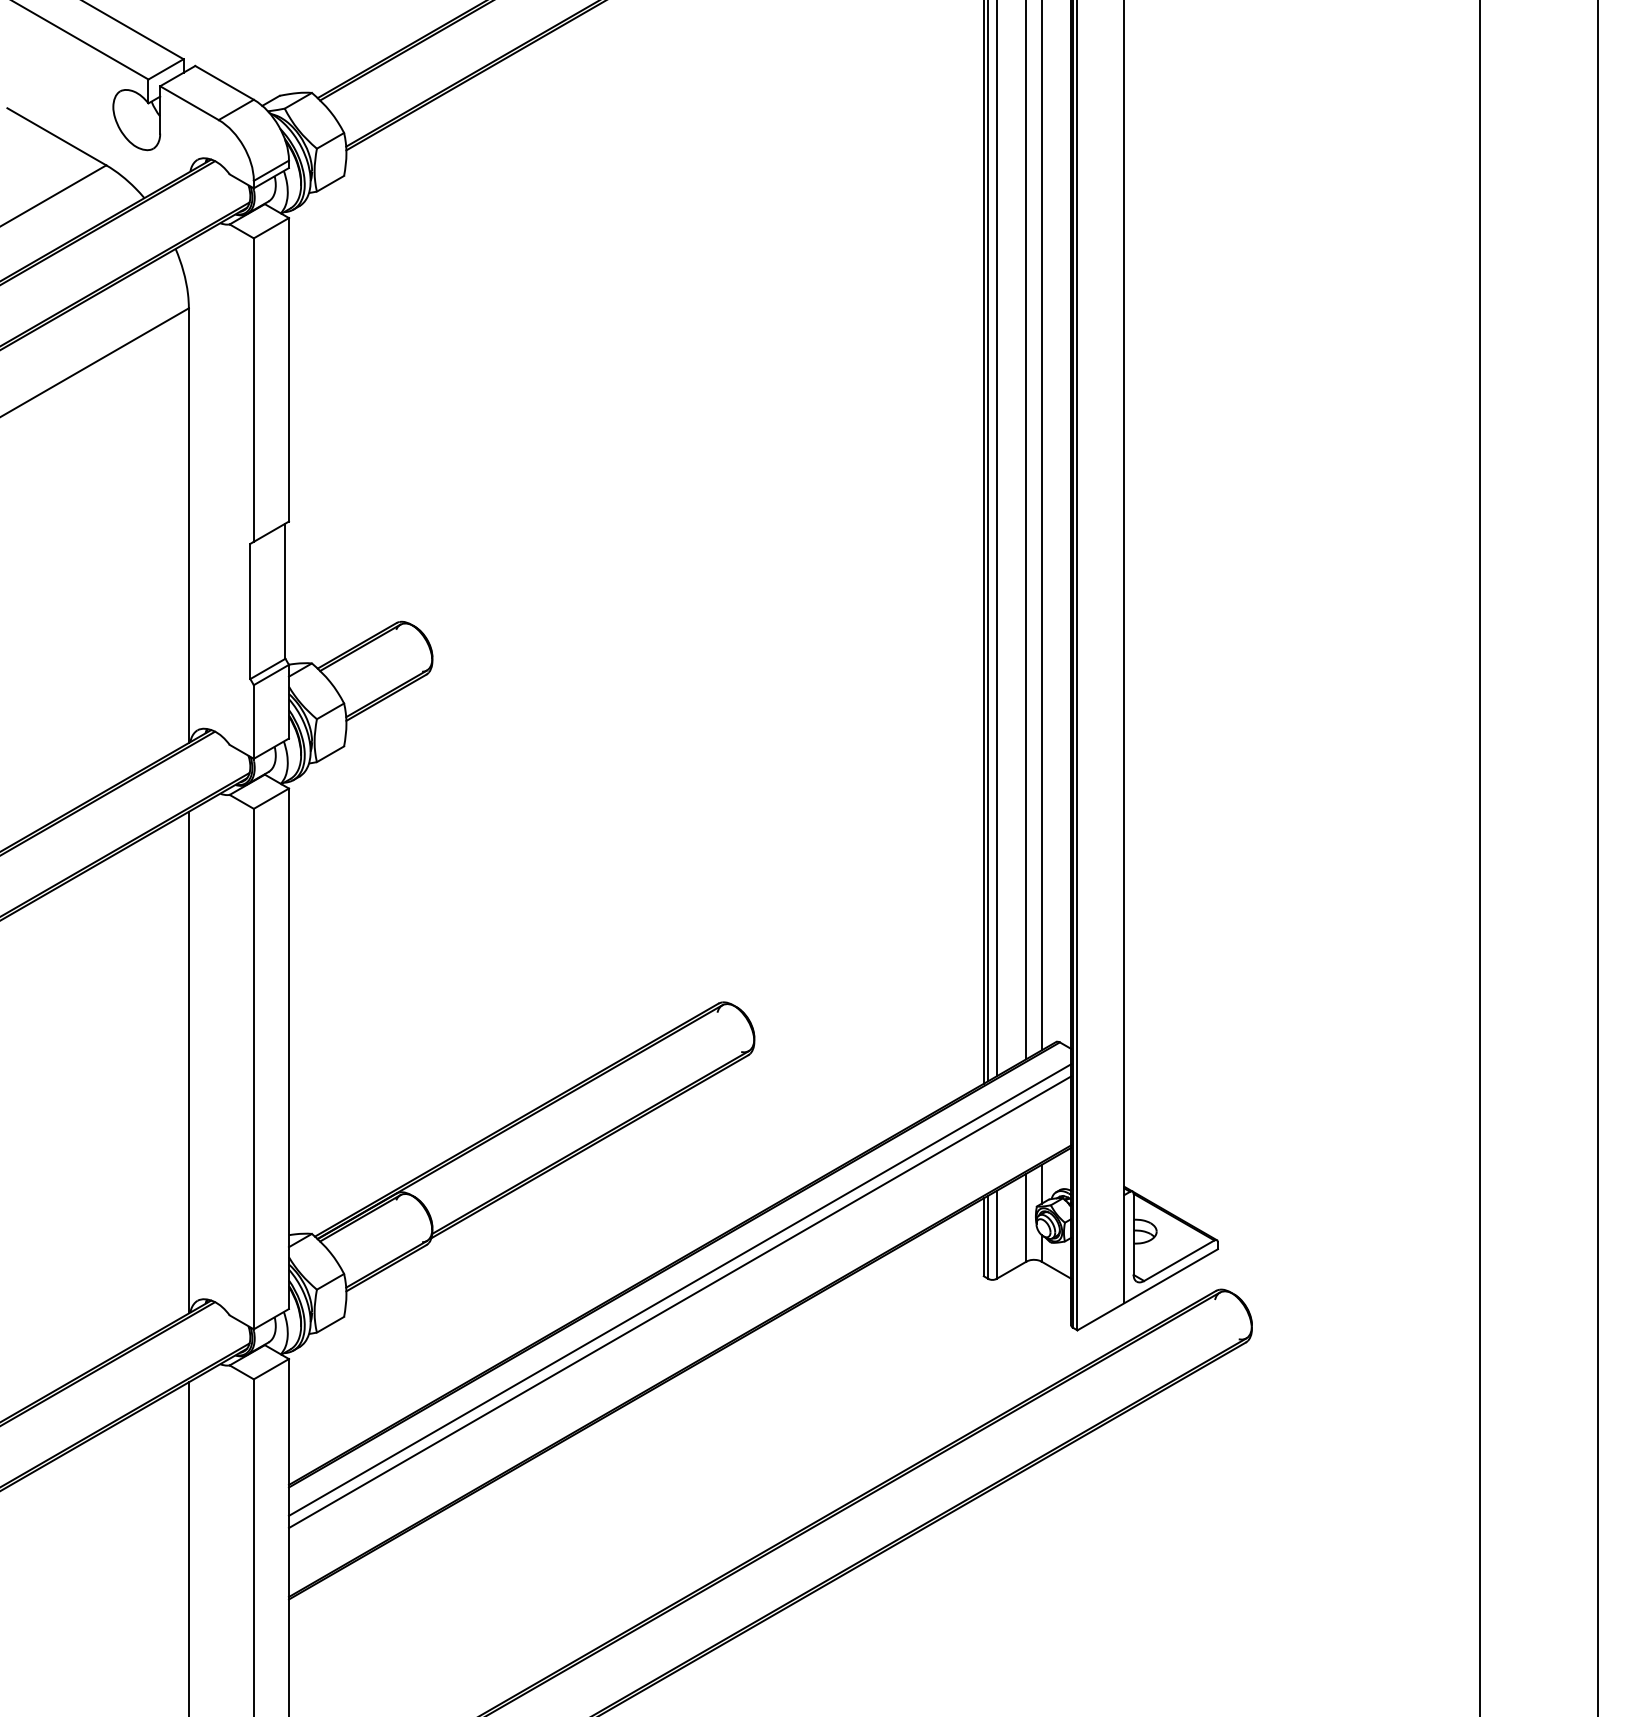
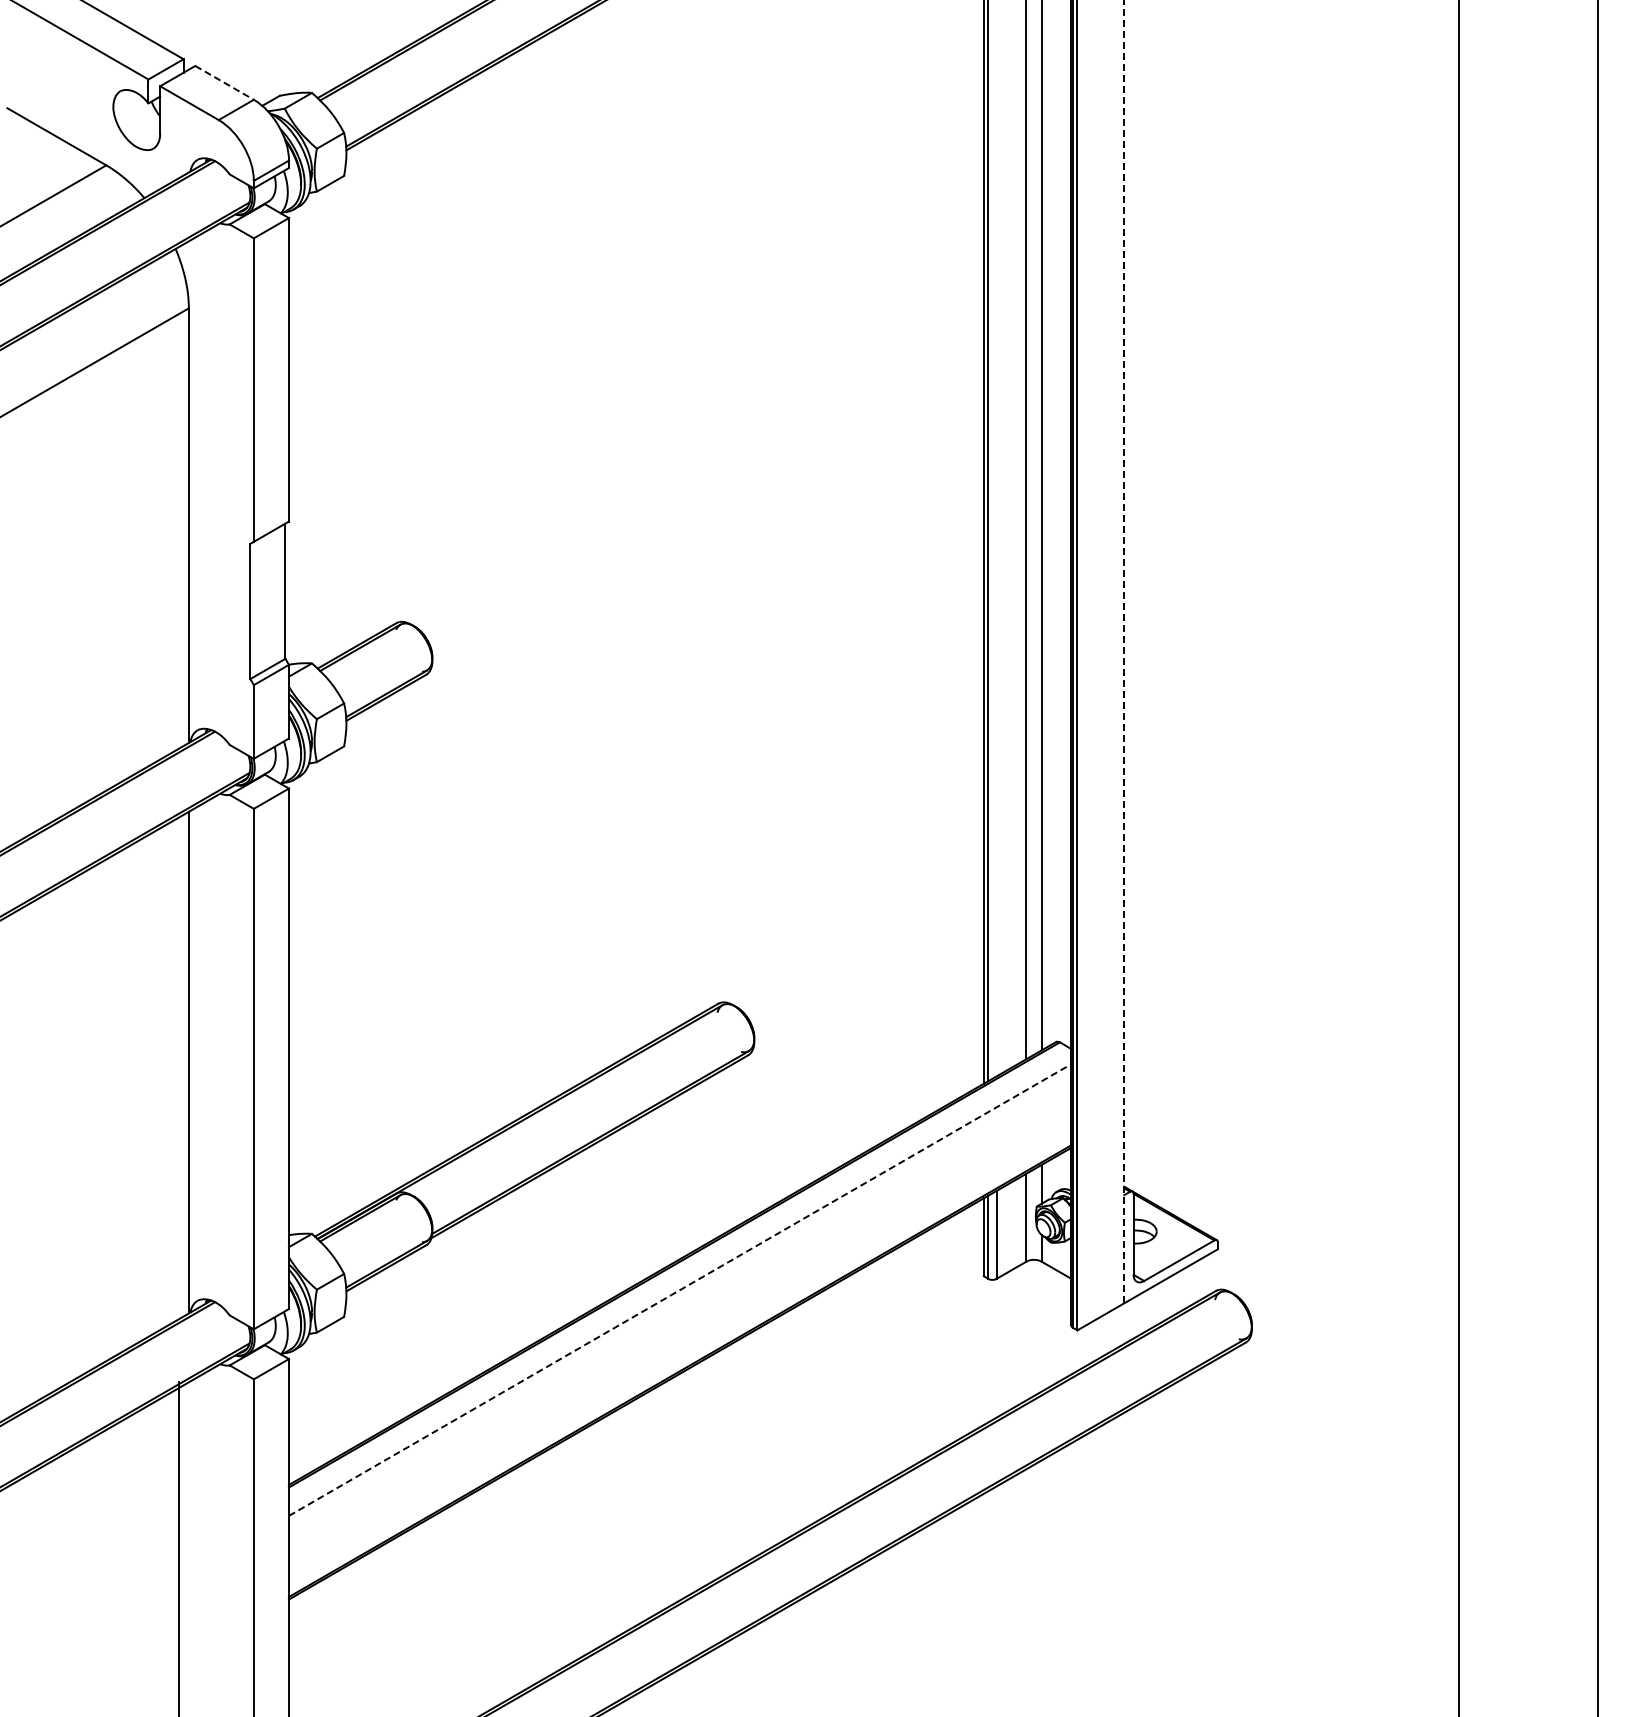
line at (224, 82): solid -> dashed
line at (996, 539): present -> none
line at (1124, 651): solid -> dashed
line at (1479, 857) position: (1479, 857) -> (1458, 857)
line at (680, 1290): solid -> dashed
line at (679, 1302): present -> none
line at (188, 1547) position: (188, 1547) -> (178, 1547)
